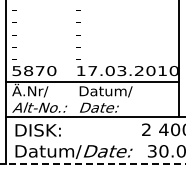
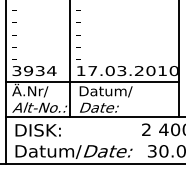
line at (70, 59): none -> present
text at (34, 71): 5870 -> 3934
line at (92, 163): dashed -> solid
